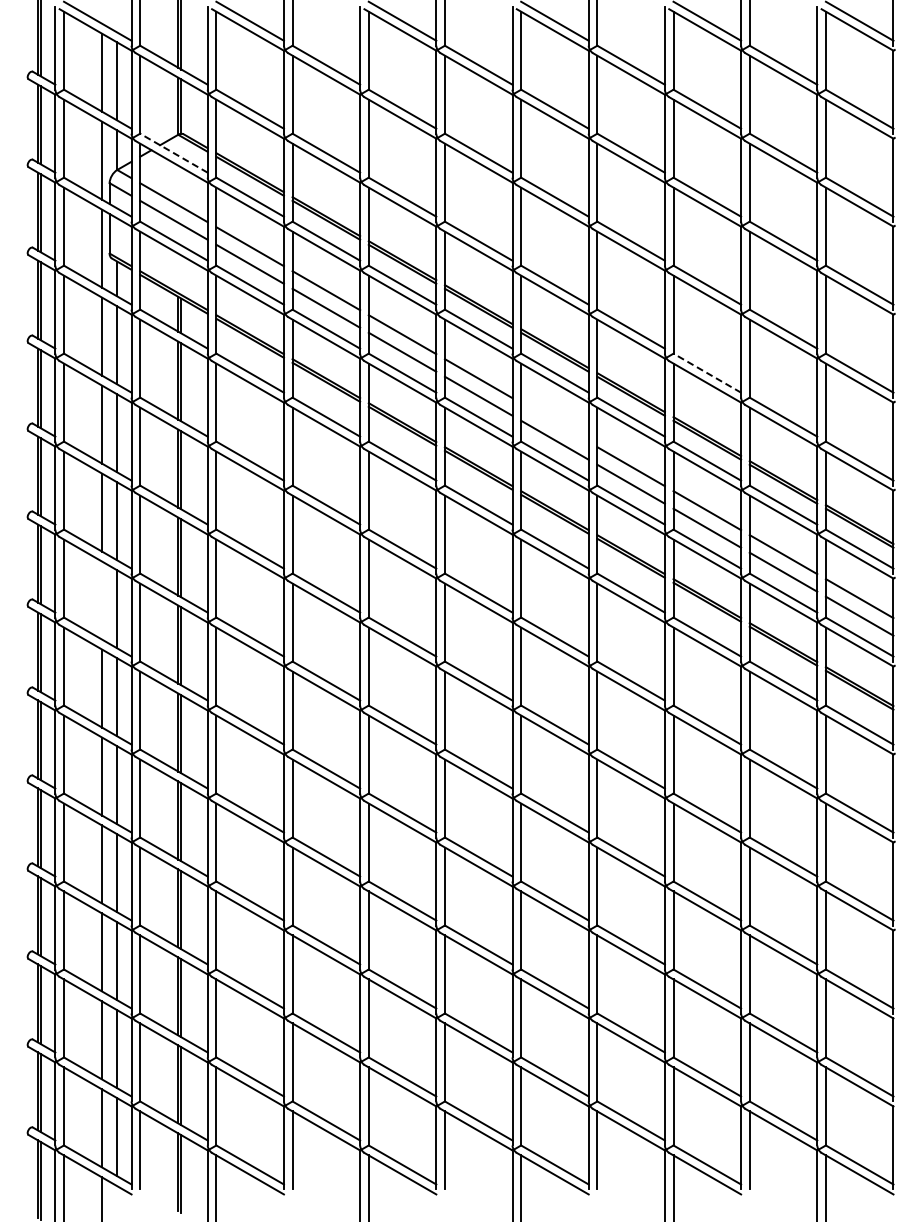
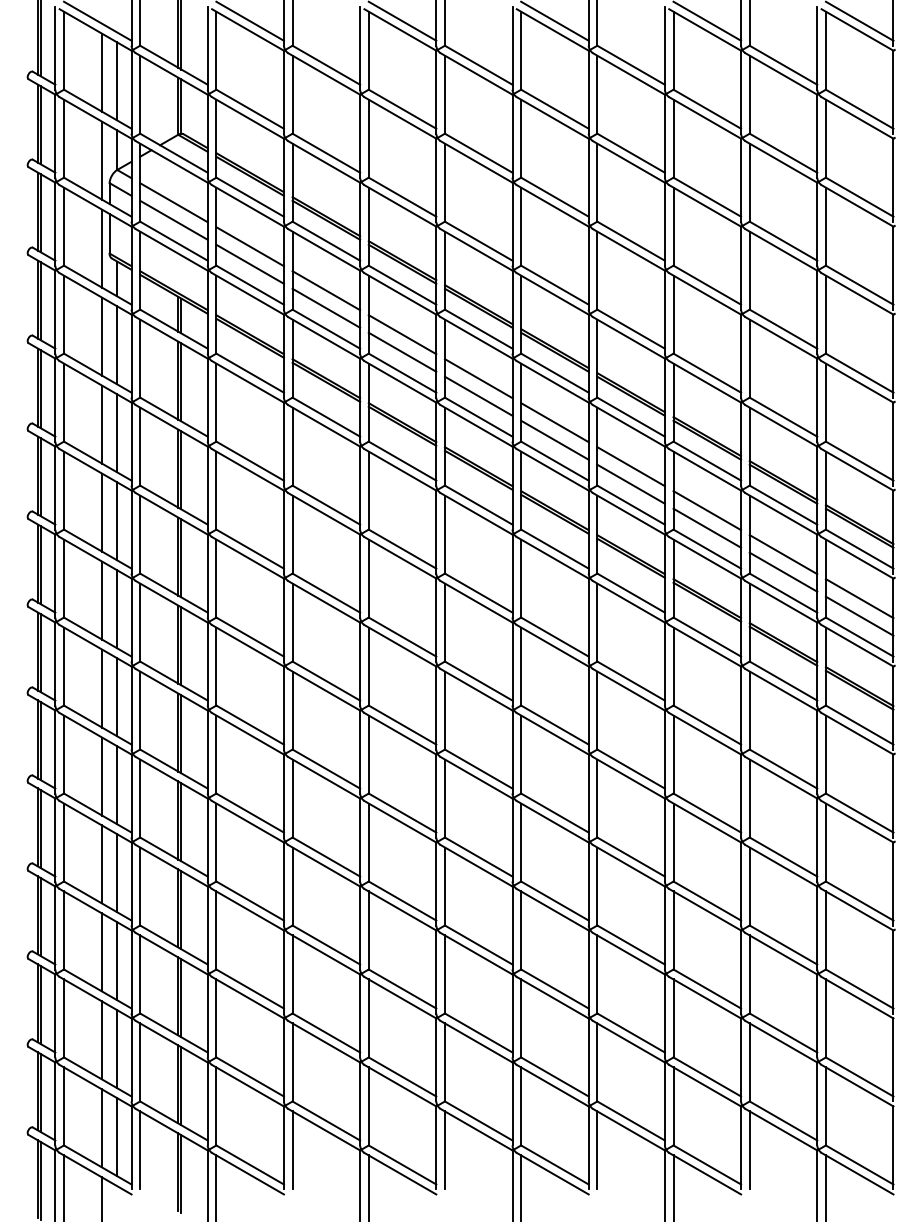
line at (173, 152): dashed -> solid
line at (706, 372): dashed -> solid
line at (554, 422): none -> present
line at (102, 600): none -> present
